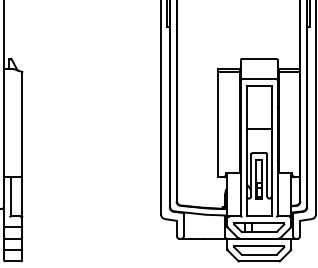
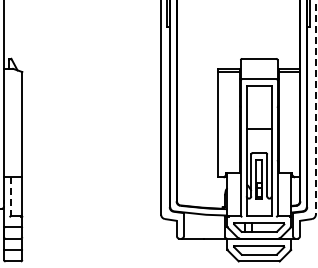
line at (315, 107): solid -> dashed
line at (10, 197): solid -> dashed
